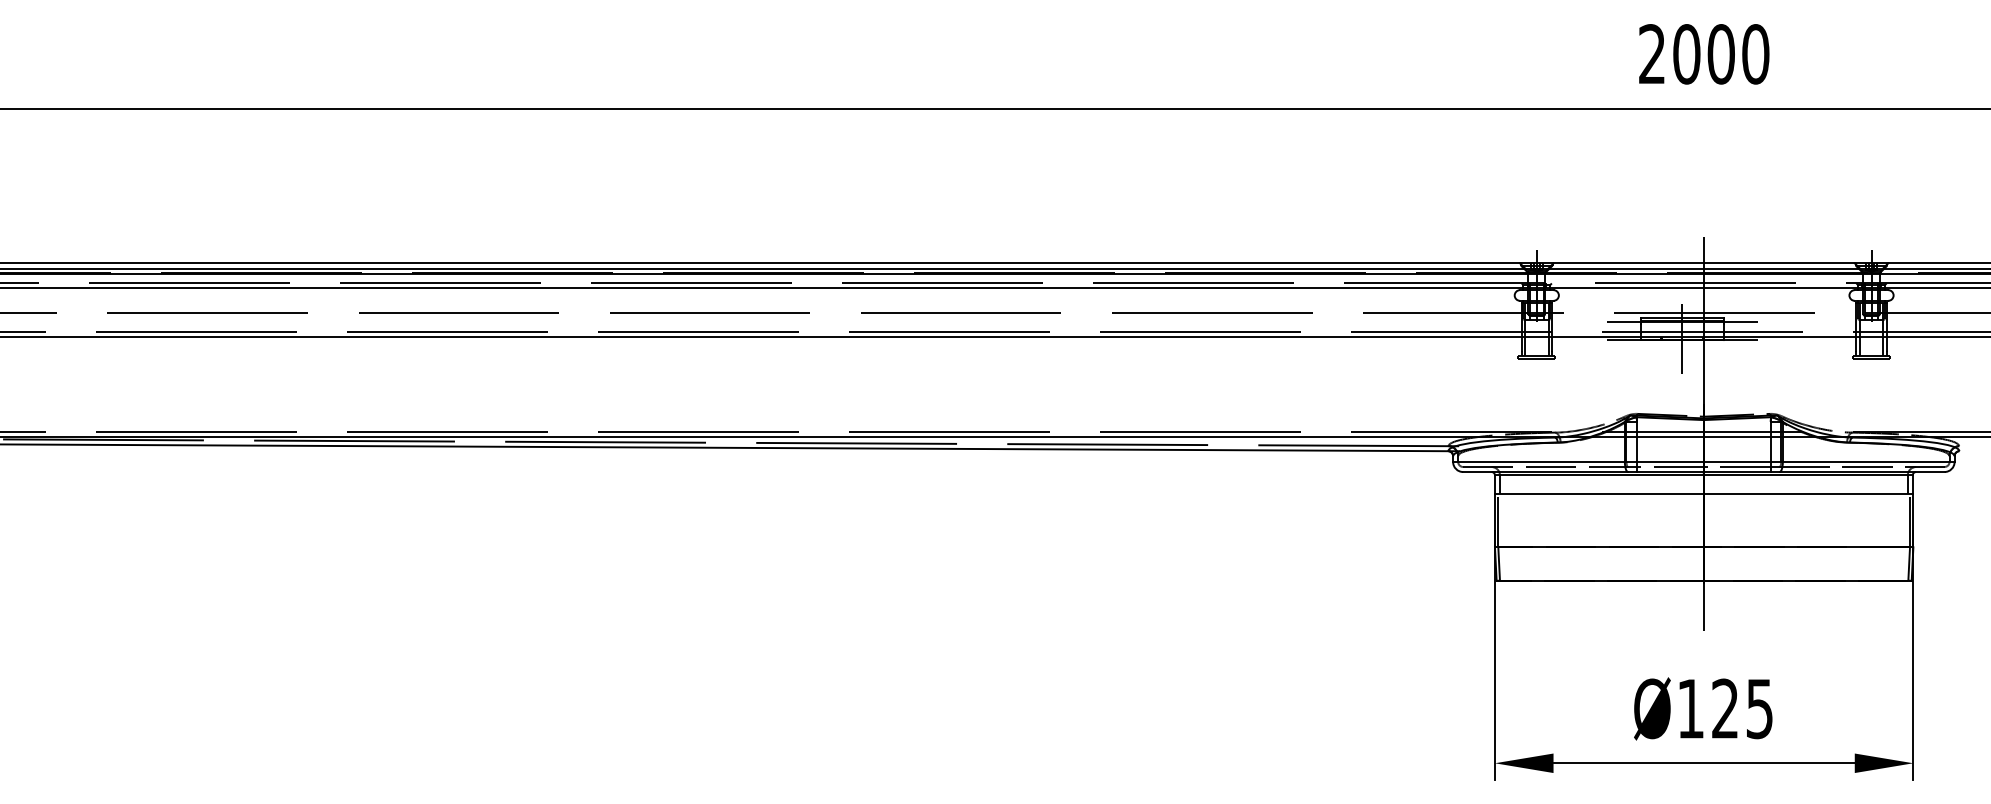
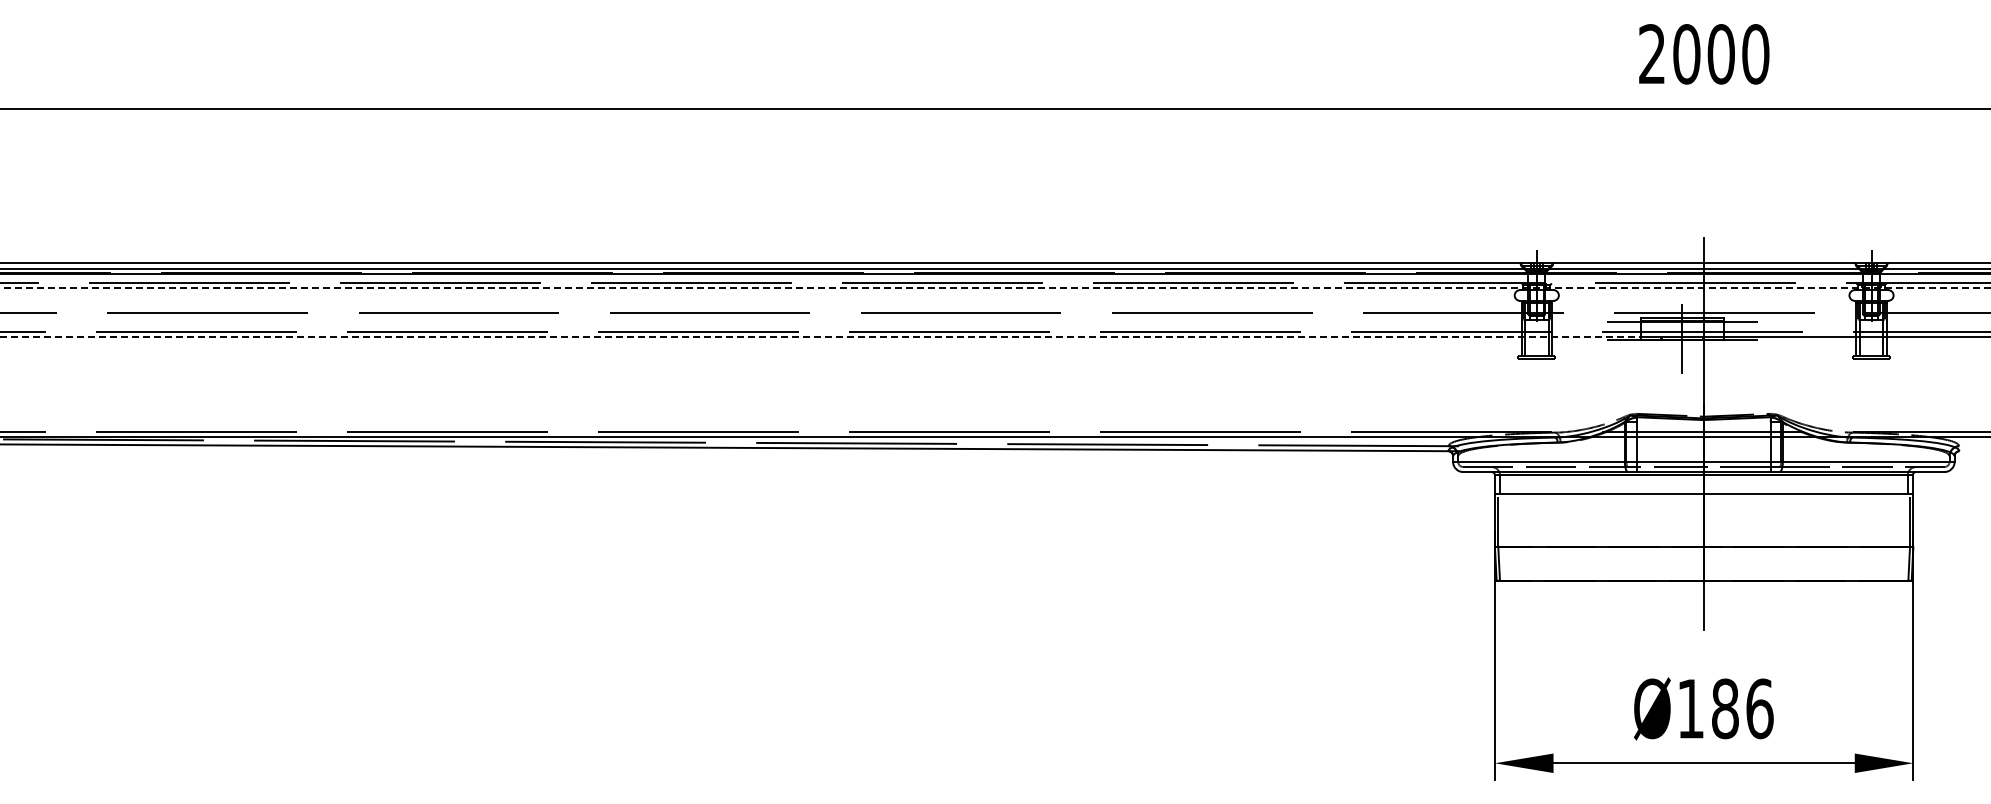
line at (995, 288): solid -> dashed
line at (820, 337): solid -> dashed
text at (1742, 708): Ø125 -> Ø186
